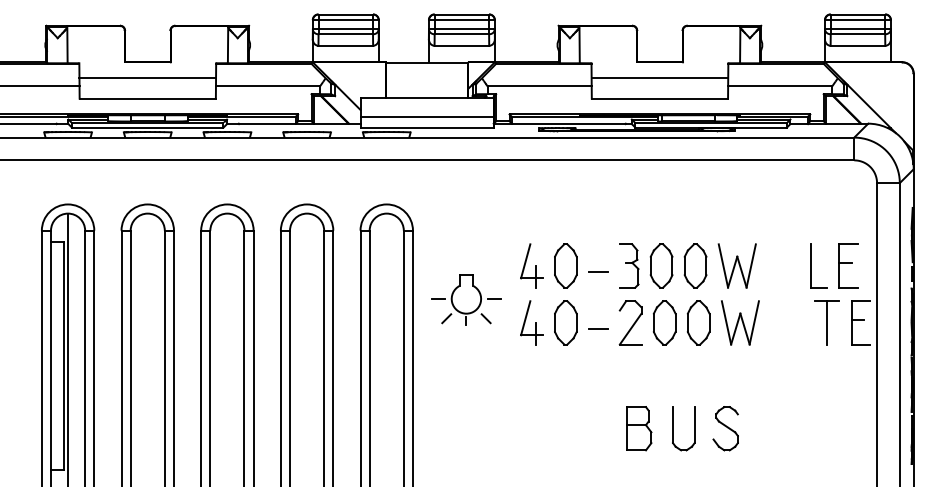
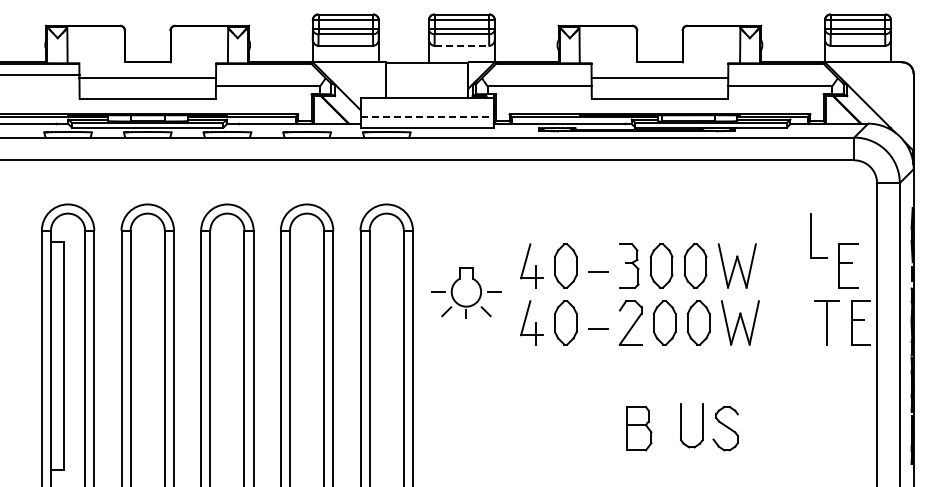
line at (462, 45): solid -> dashed
line at (40, 86) position: (40, 86) -> (40, 75)
line at (427, 117): solid -> dashed
part at (811, 265) position: (811, 265) -> (811, 235)
part at (466, 299) position: (466, 299) -> (466, 292)
line at (68, 348): present -> none
part at (673, 428) position: (673, 428) -> (681, 425)
